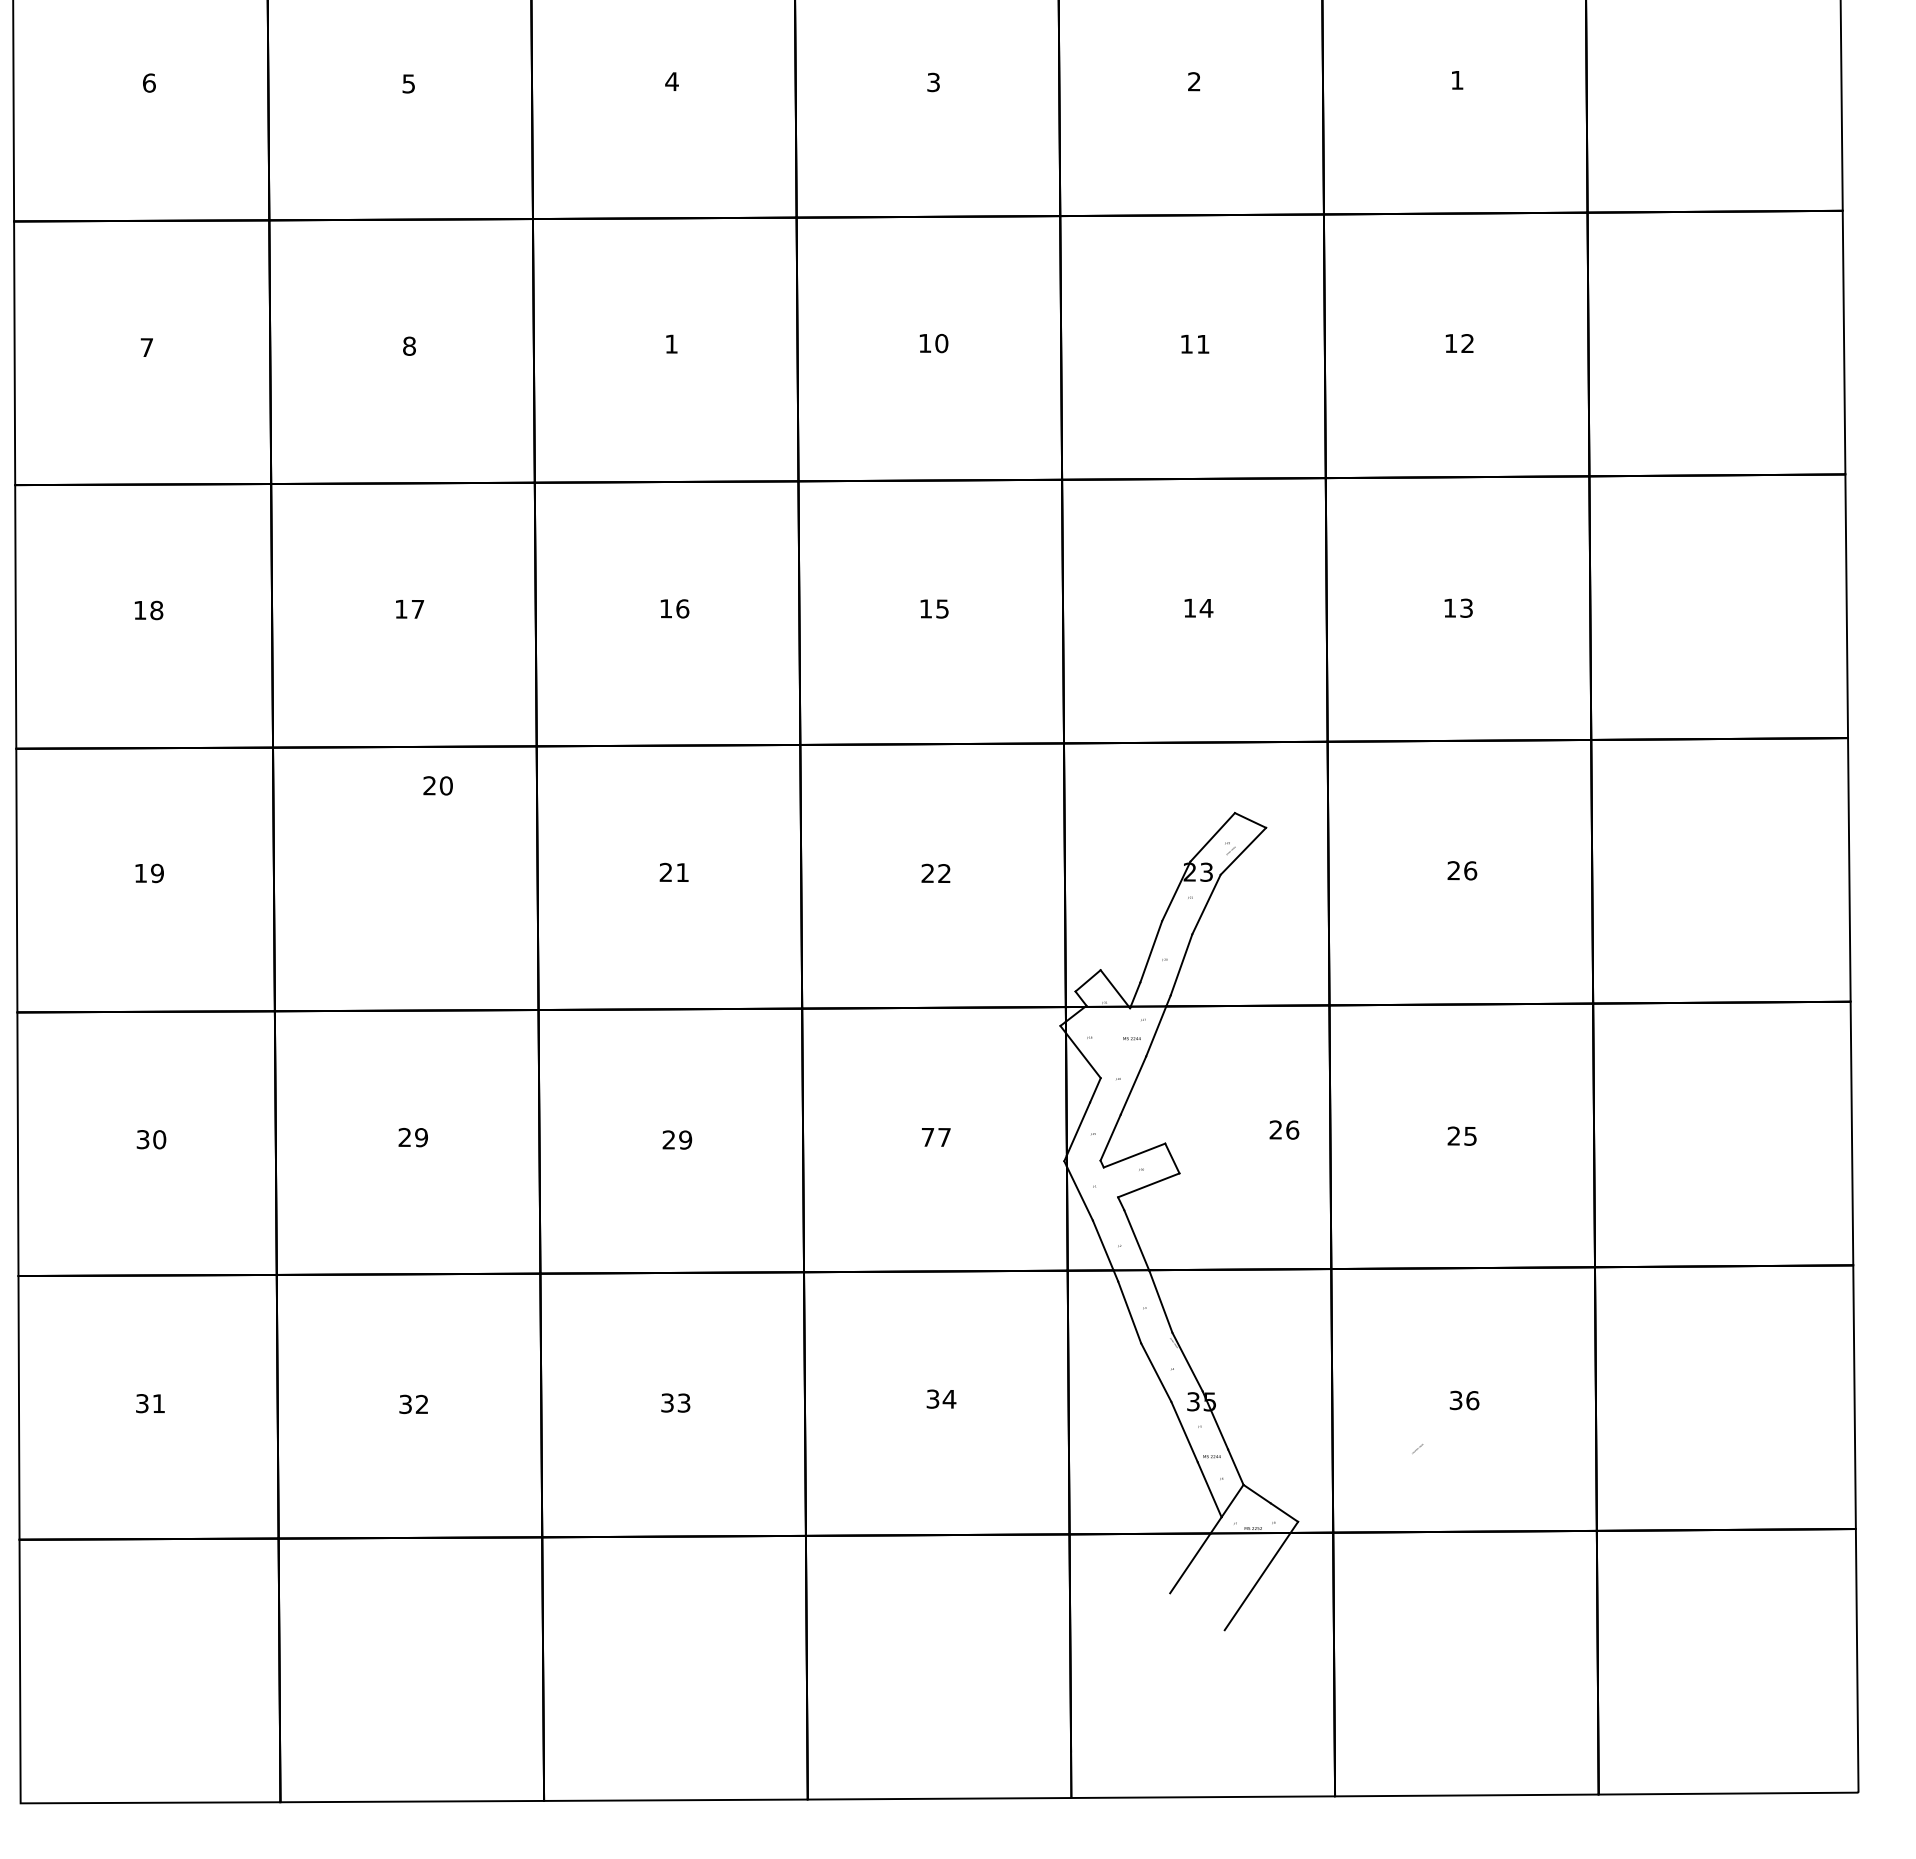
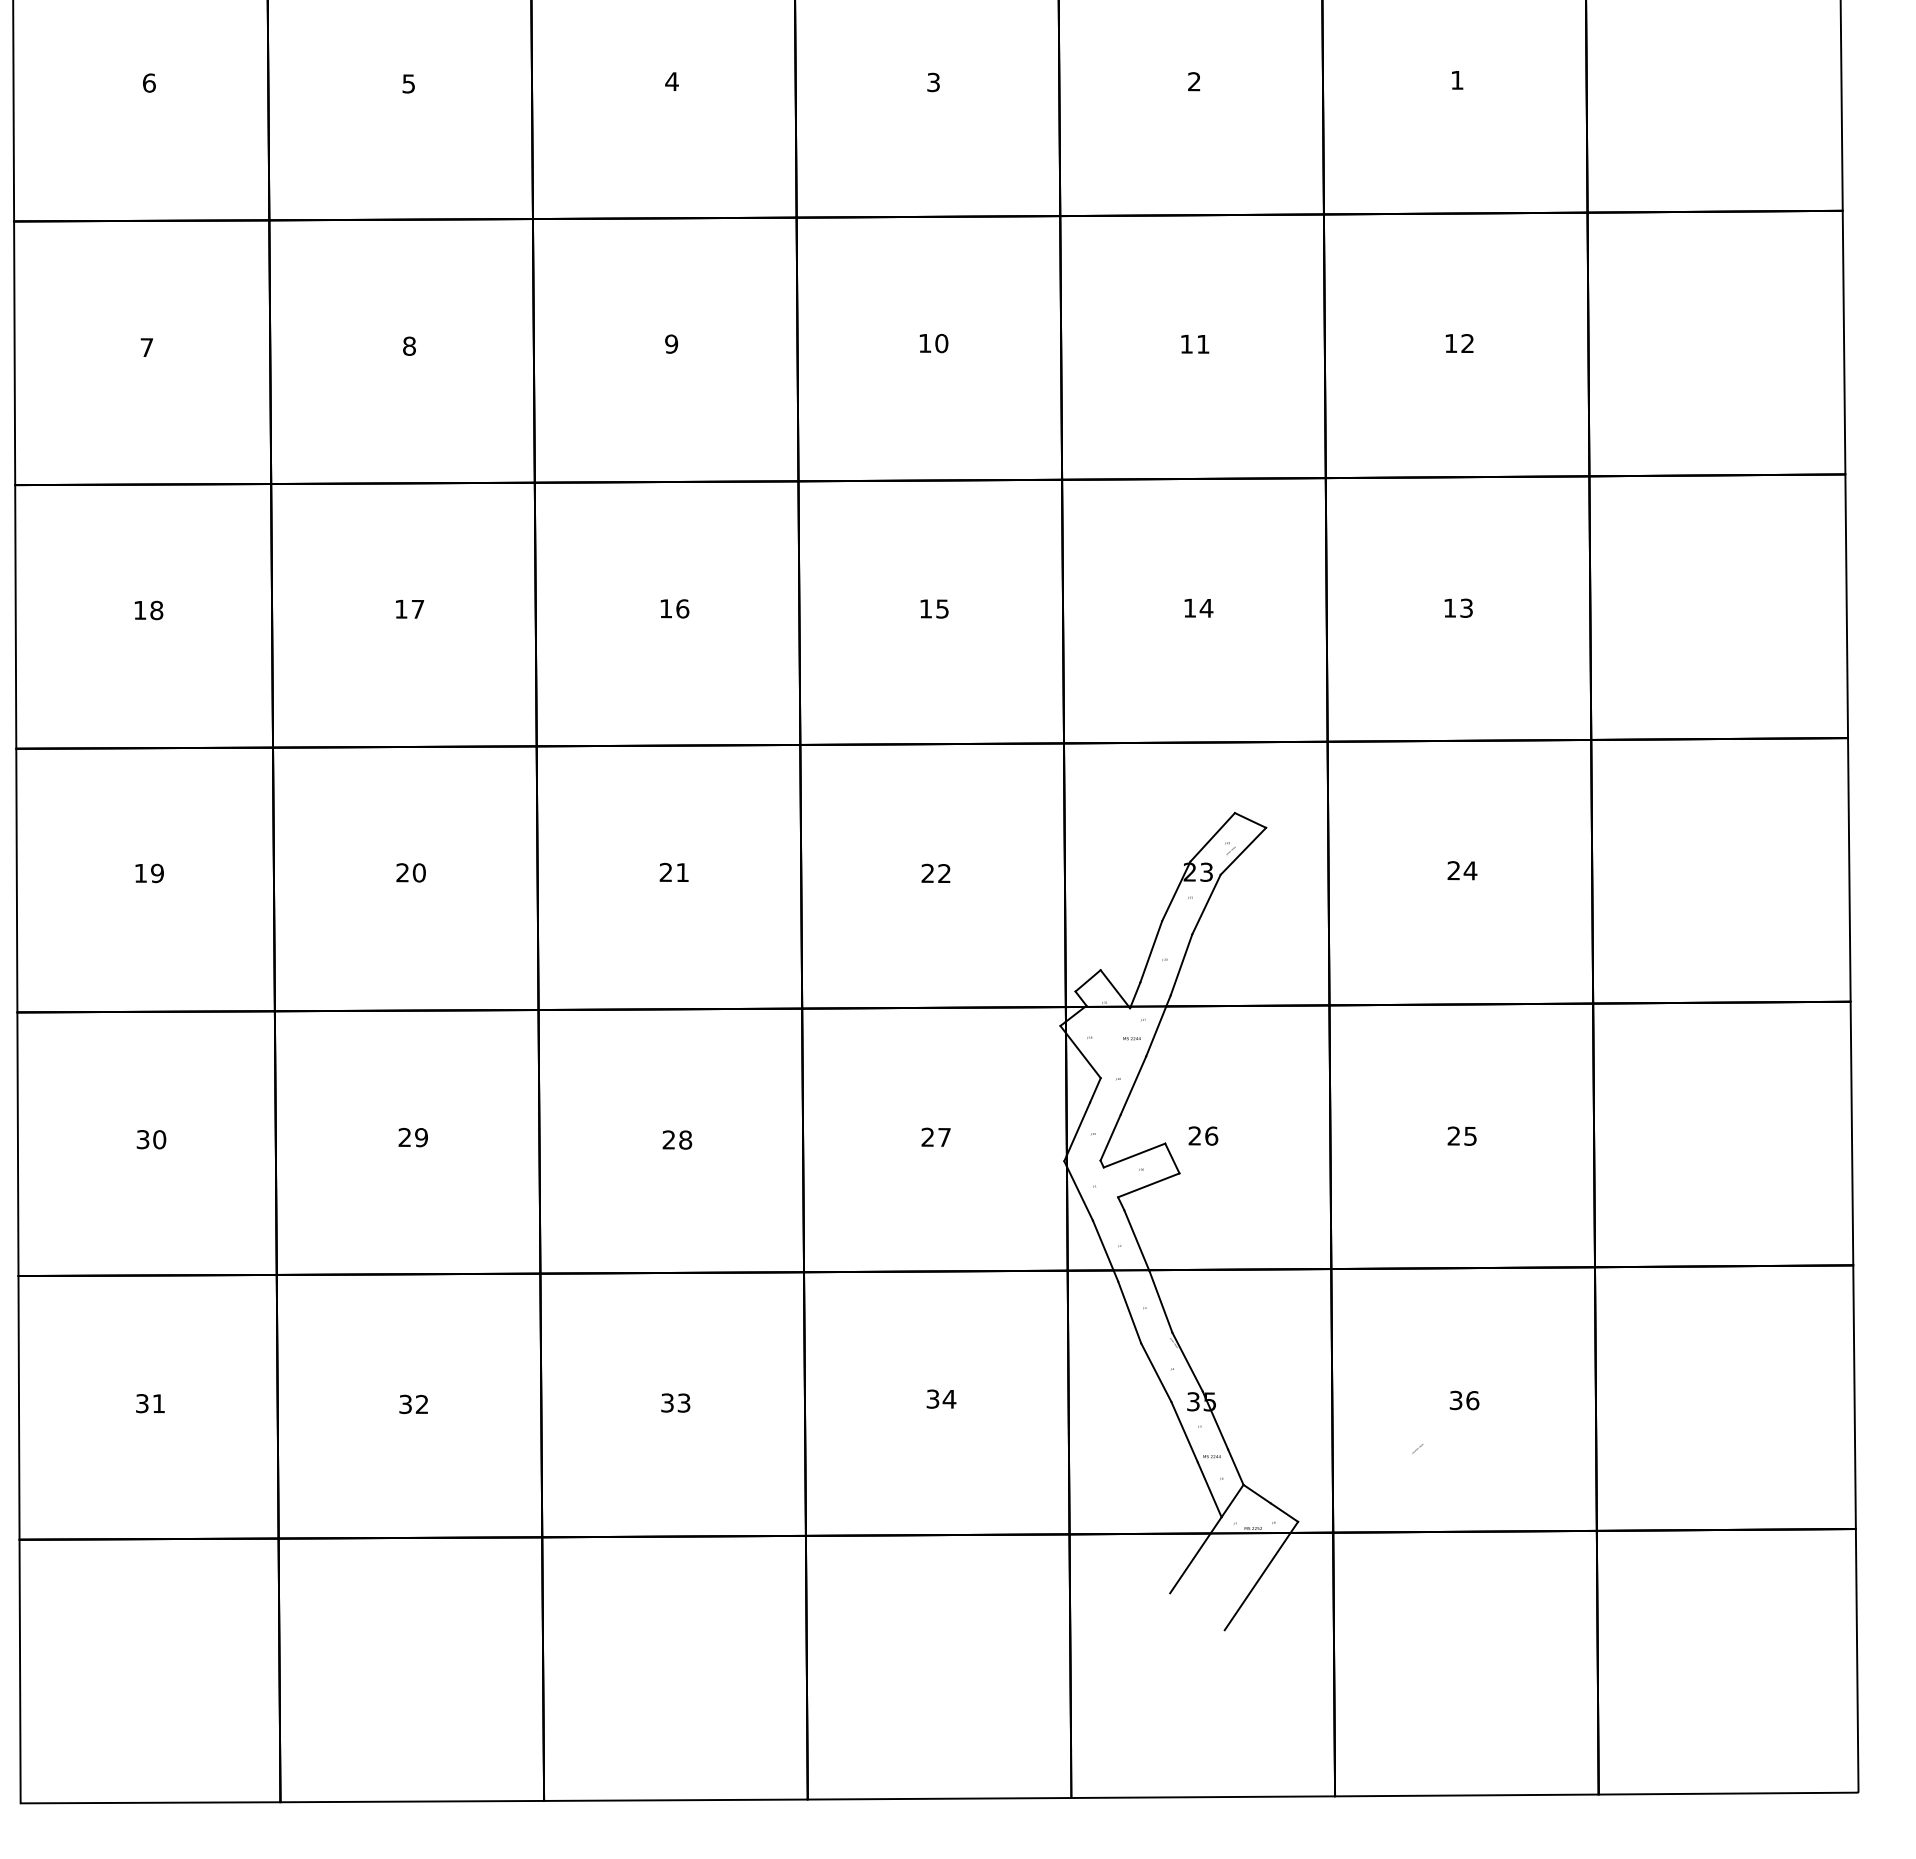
text at (671, 343): 1 -> 9
text at (437, 785) position: (437, 785) -> (410, 872)
text at (1470, 870): 26 -> 24
text at (1284, 1129) position: (1284, 1129) -> (1203, 1135)
text at (927, 1136): 77 -> 27
text at (685, 1139): 29 -> 28
